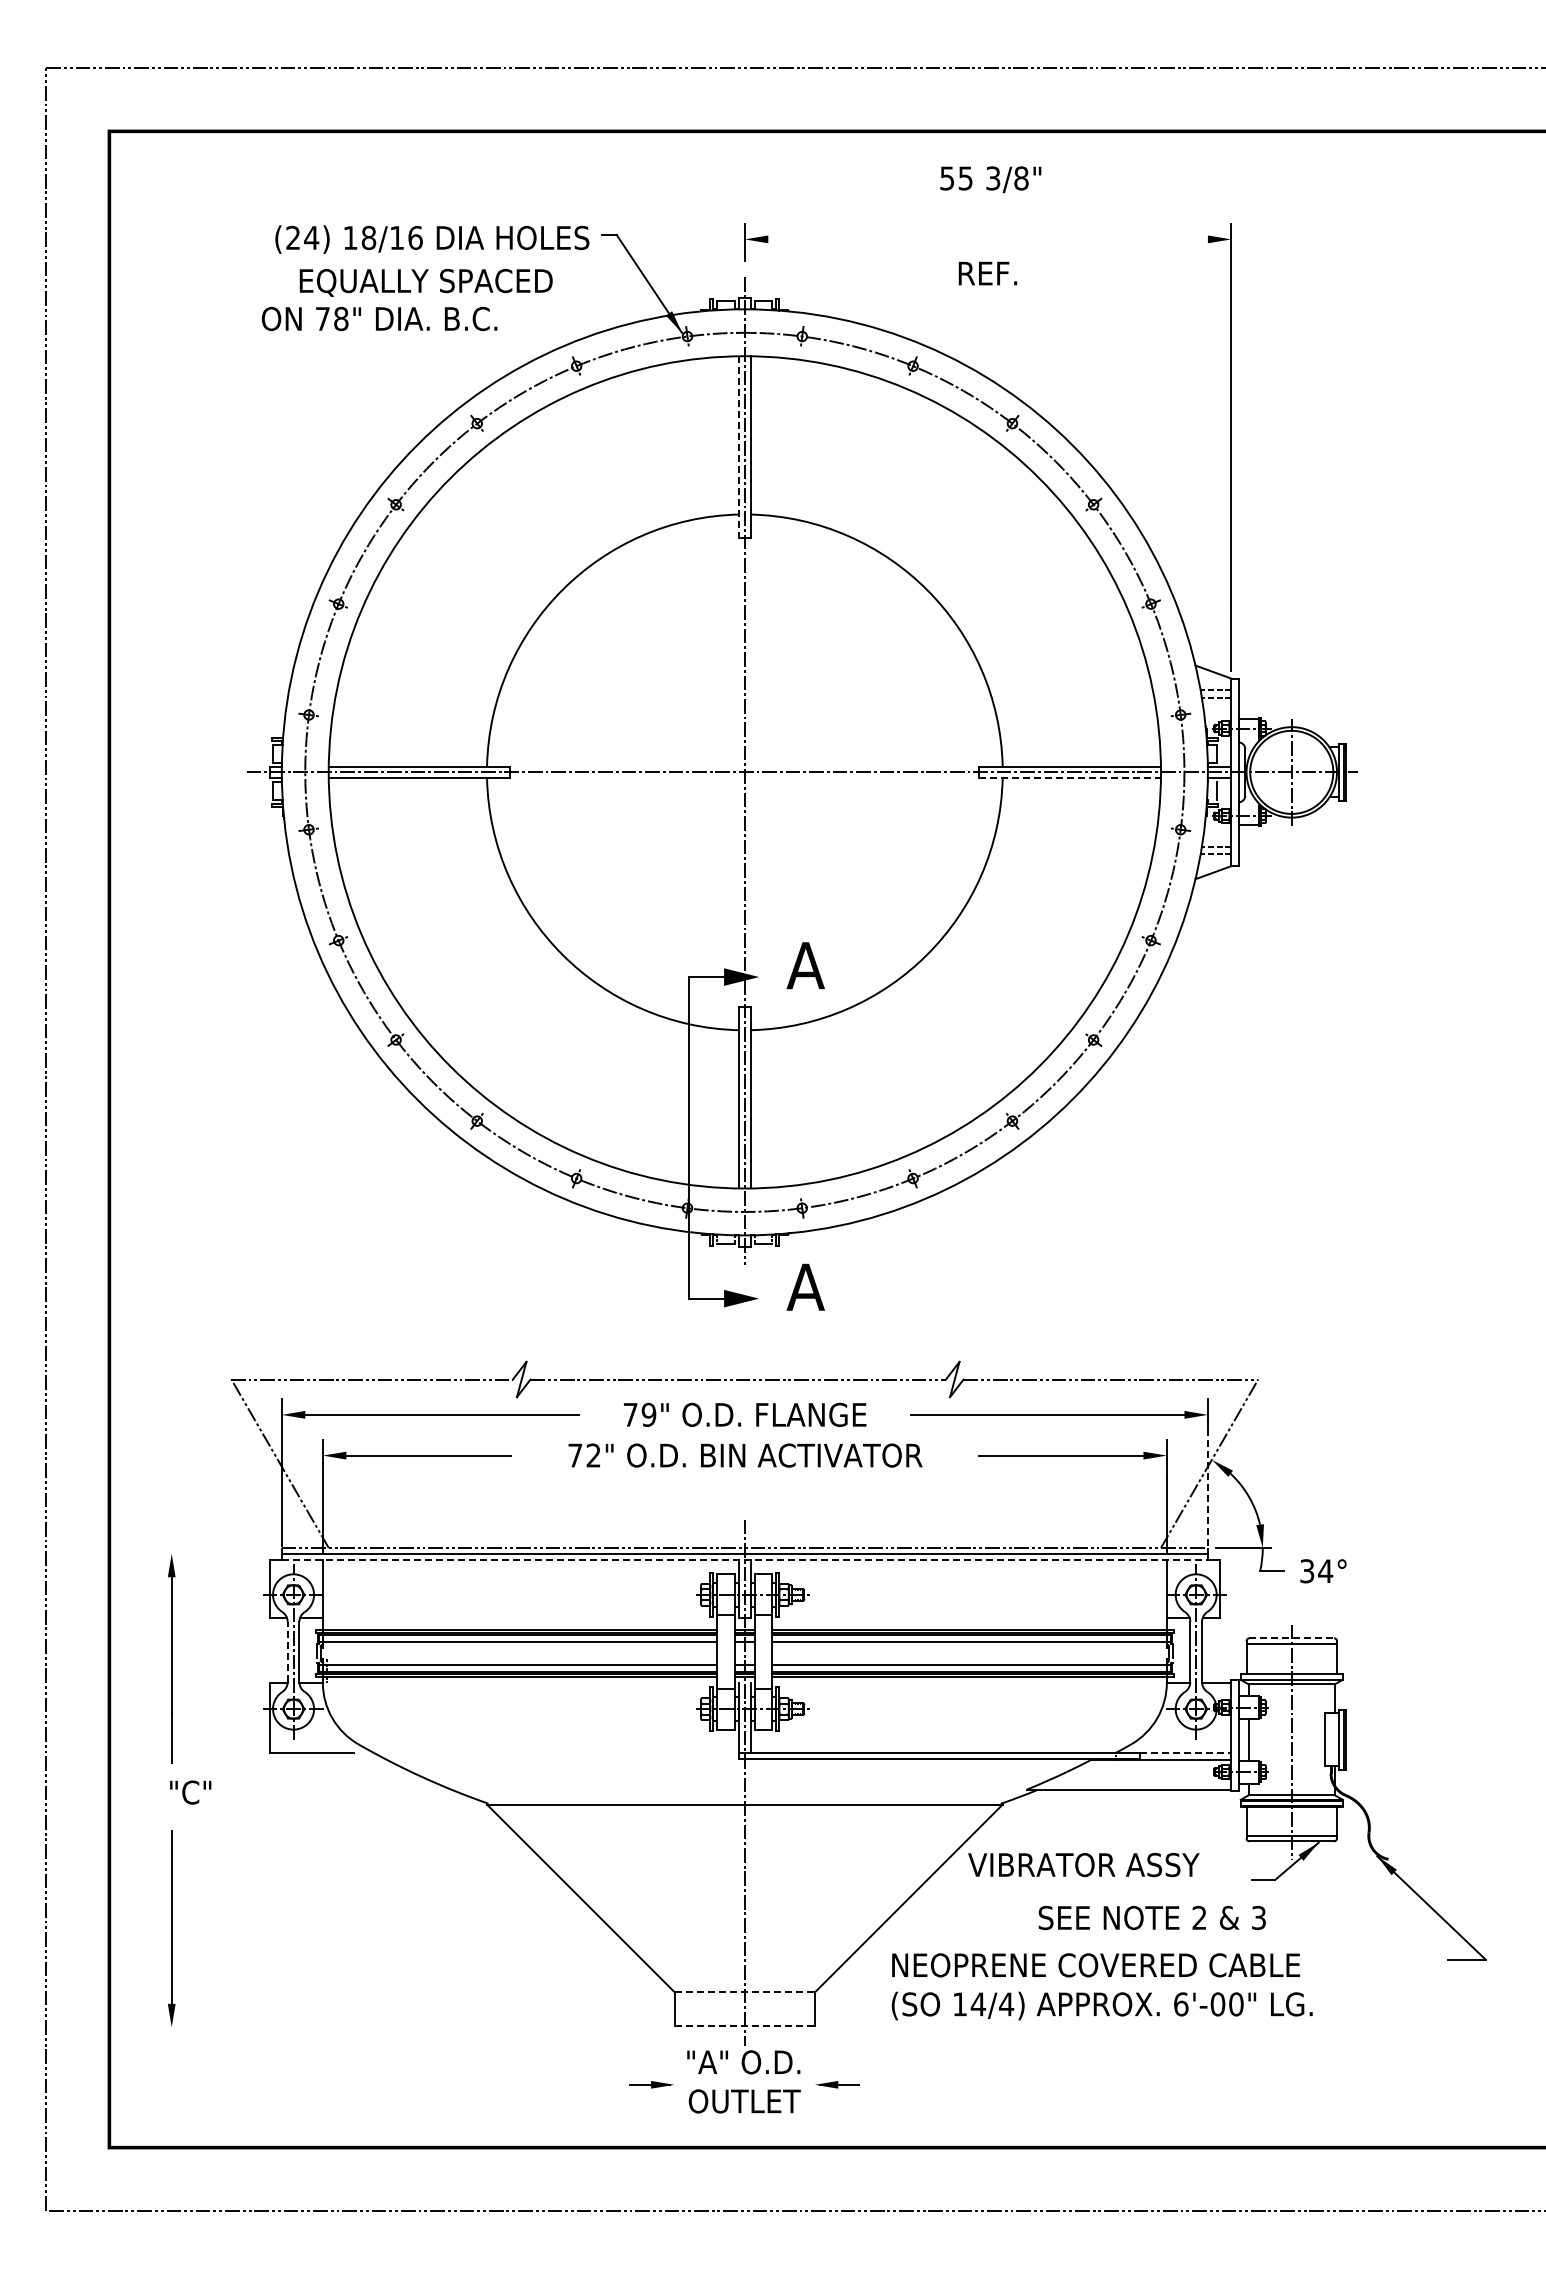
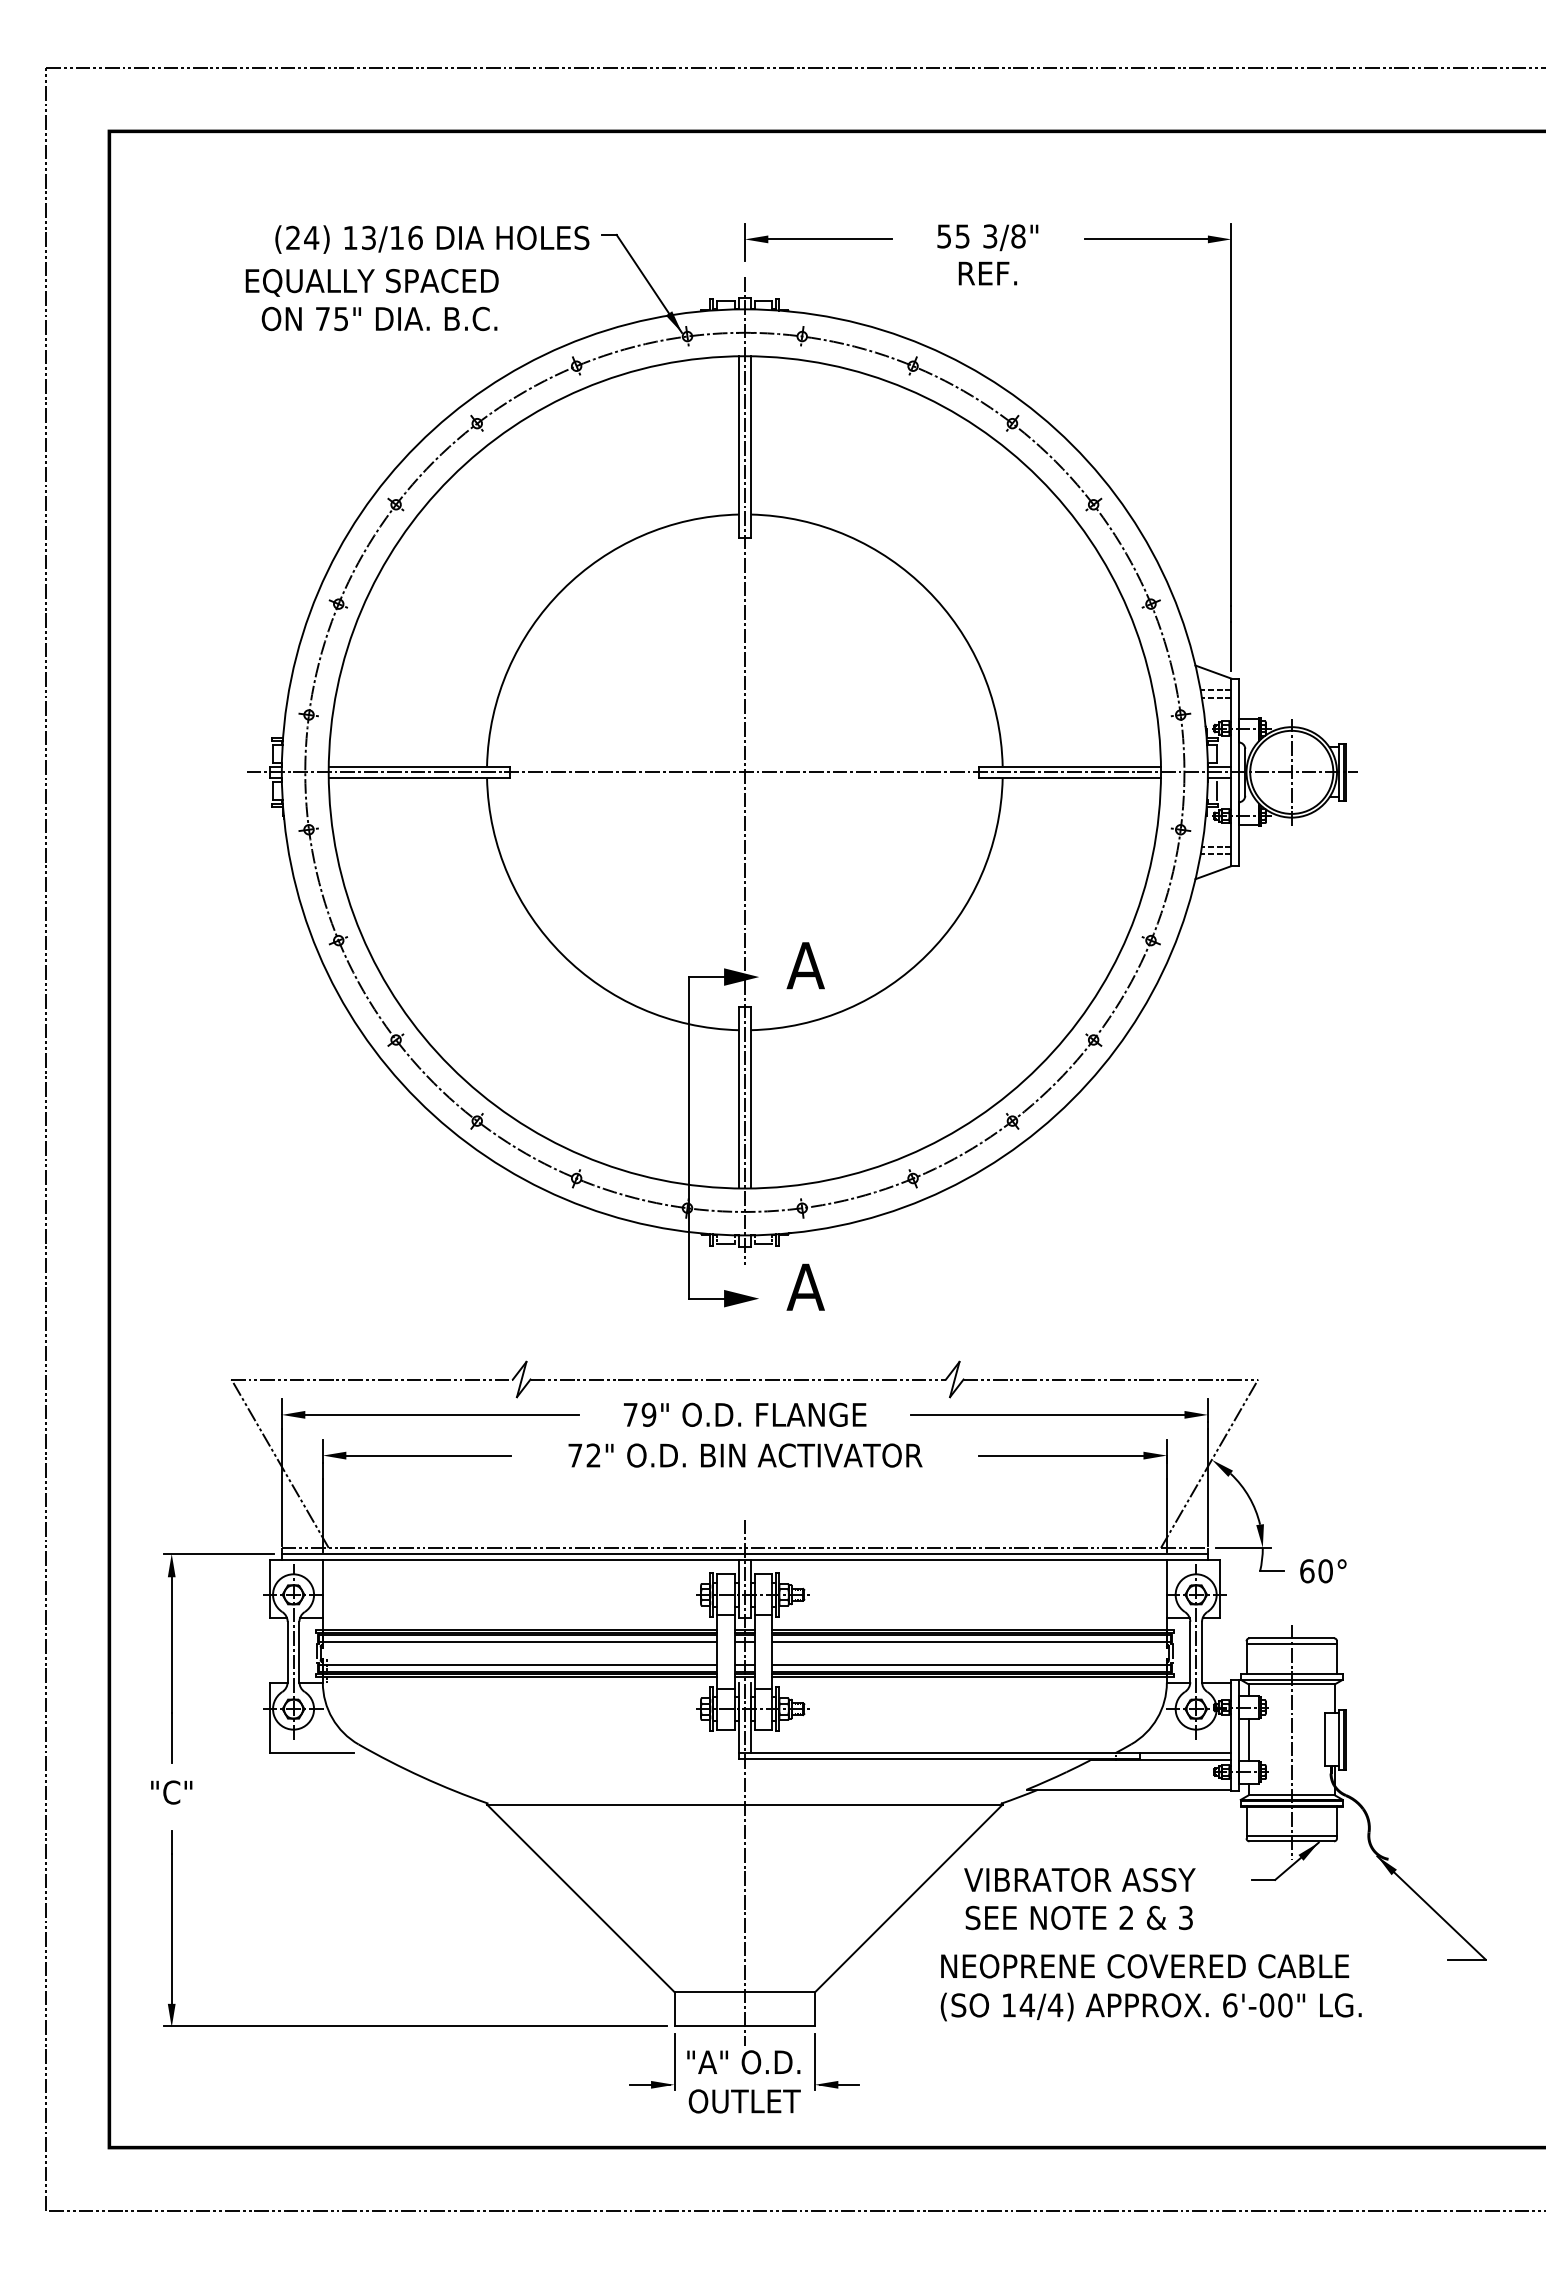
text at (990, 179) position: (990, 179) -> (987, 237)
text at (368, 237): 18/16 -> 13/16
line at (829, 239): none -> present
line at (1145, 239): none -> present
text at (425, 282) position: (425, 282) -> (371, 282)
text at (341, 318): 78" -> 75"
line at (739, 447): dashed -> solid
line at (1070, 778): dashed -> solid
line at (1207, 1487): dashed -> solid
line at (218, 1553): none -> present
line at (745, 1559): dashed -> solid
text at (1316, 1571): 34° -> 60°
line at (1292, 1638): dashed -> solid
line at (287, 1651): dashed -> solid
line at (1185, 1753): dashed -> solid
text at (190, 1792) position: (190, 1792) -> (171, 1792)
text at (1083, 1865) position: (1083, 1865) -> (1079, 1880)
text at (1151, 1917) position: (1151, 1917) -> (1078, 1917)
text at (1101, 1986) position: (1101, 1986) -> (1150, 1987)
line at (745, 1992): dashed -> solid
line at (414, 2025): none -> present
line at (745, 2025): dashed -> solid
line at (674, 2061): none -> present
line at (815, 2061): none -> present
